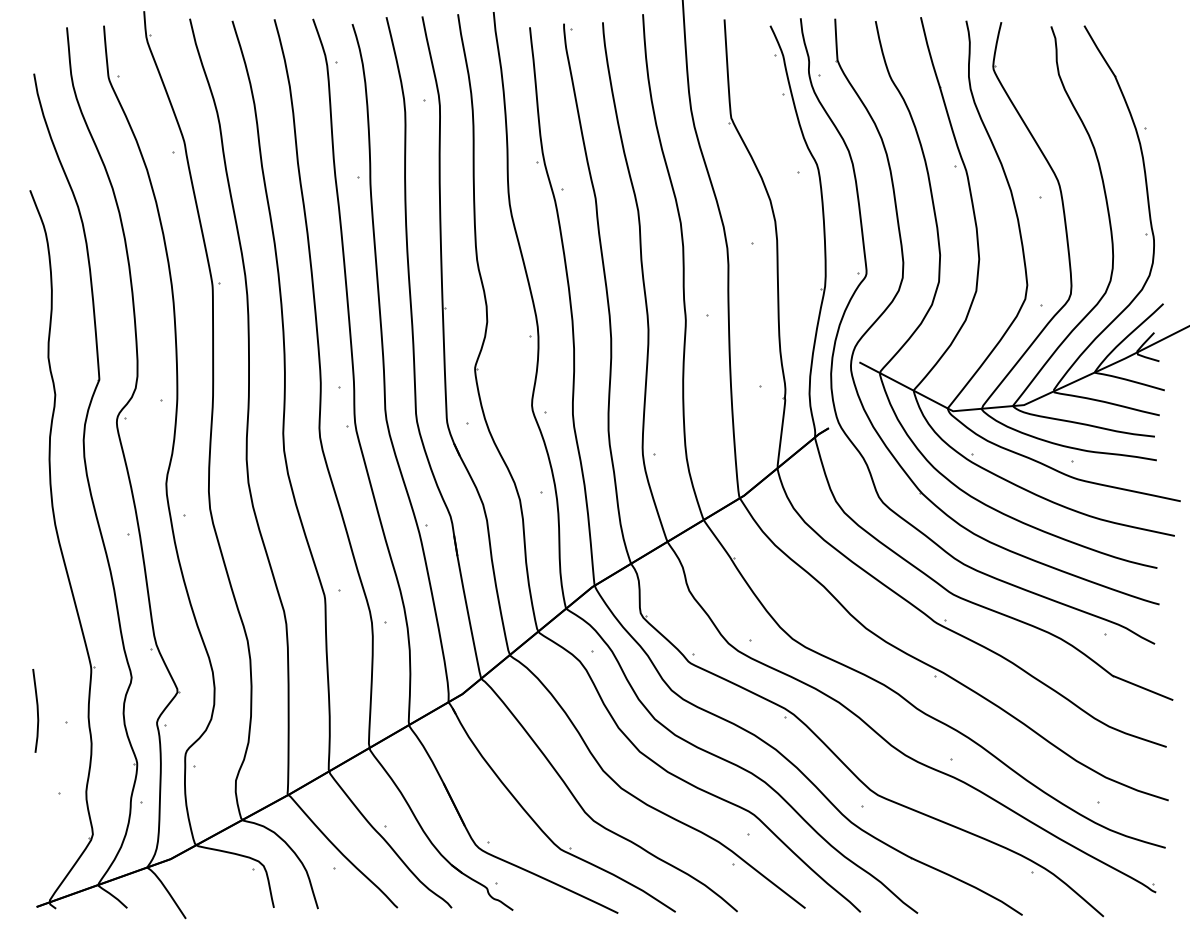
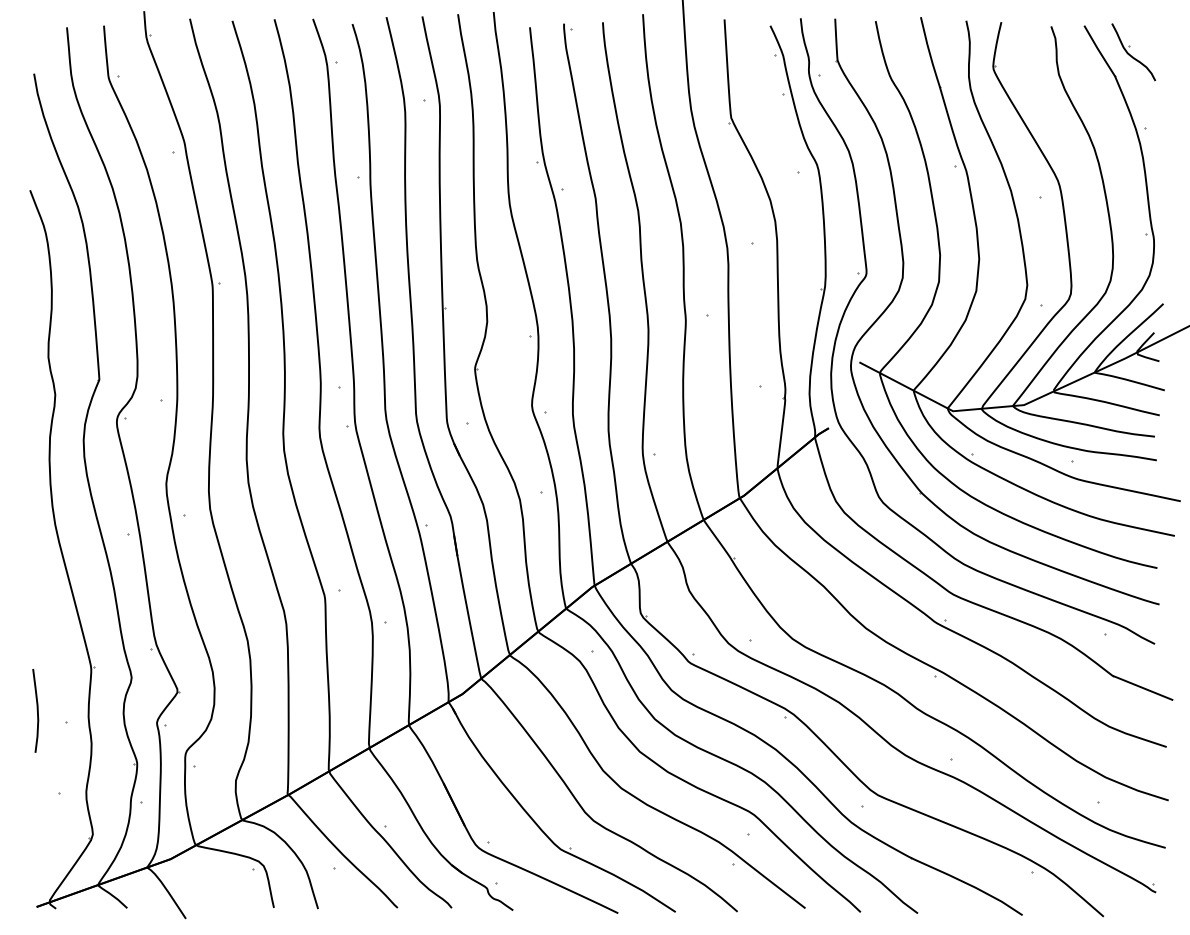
part at (1133, 52): none -> present
